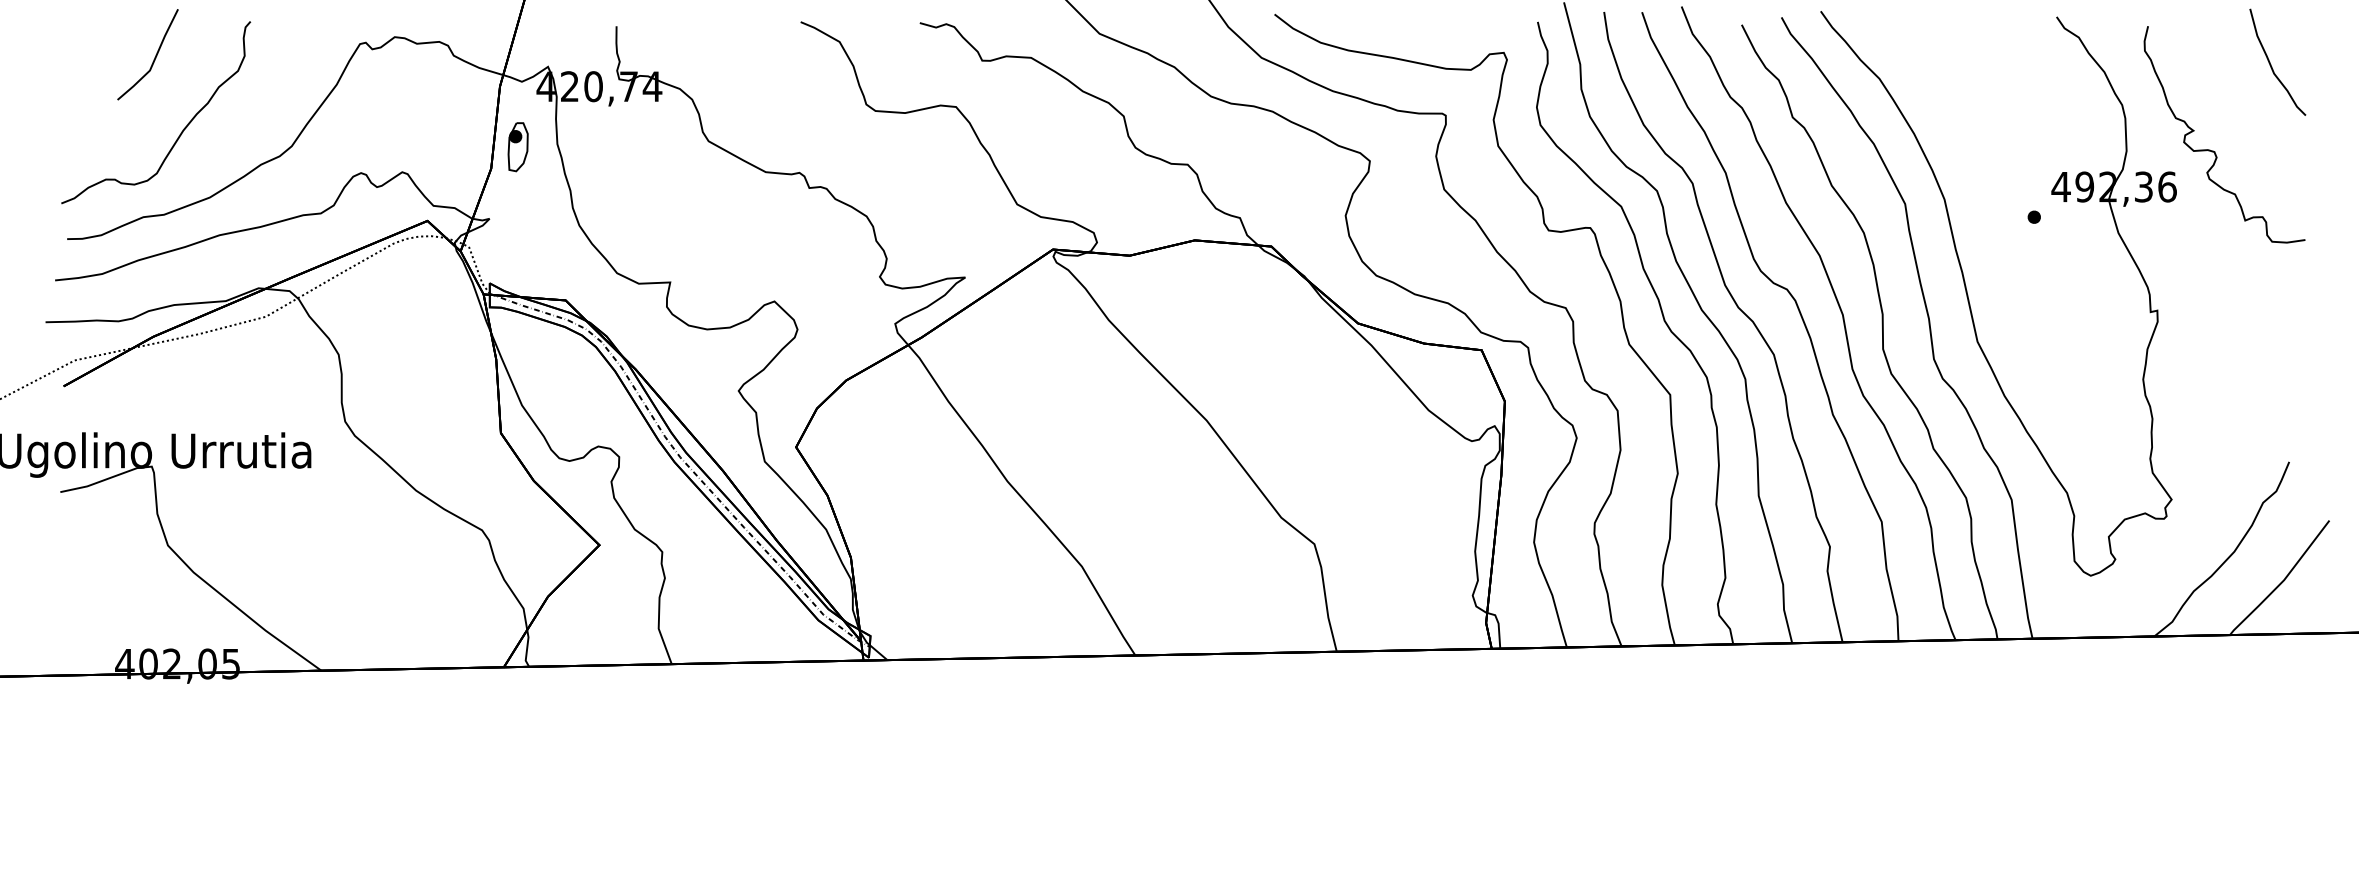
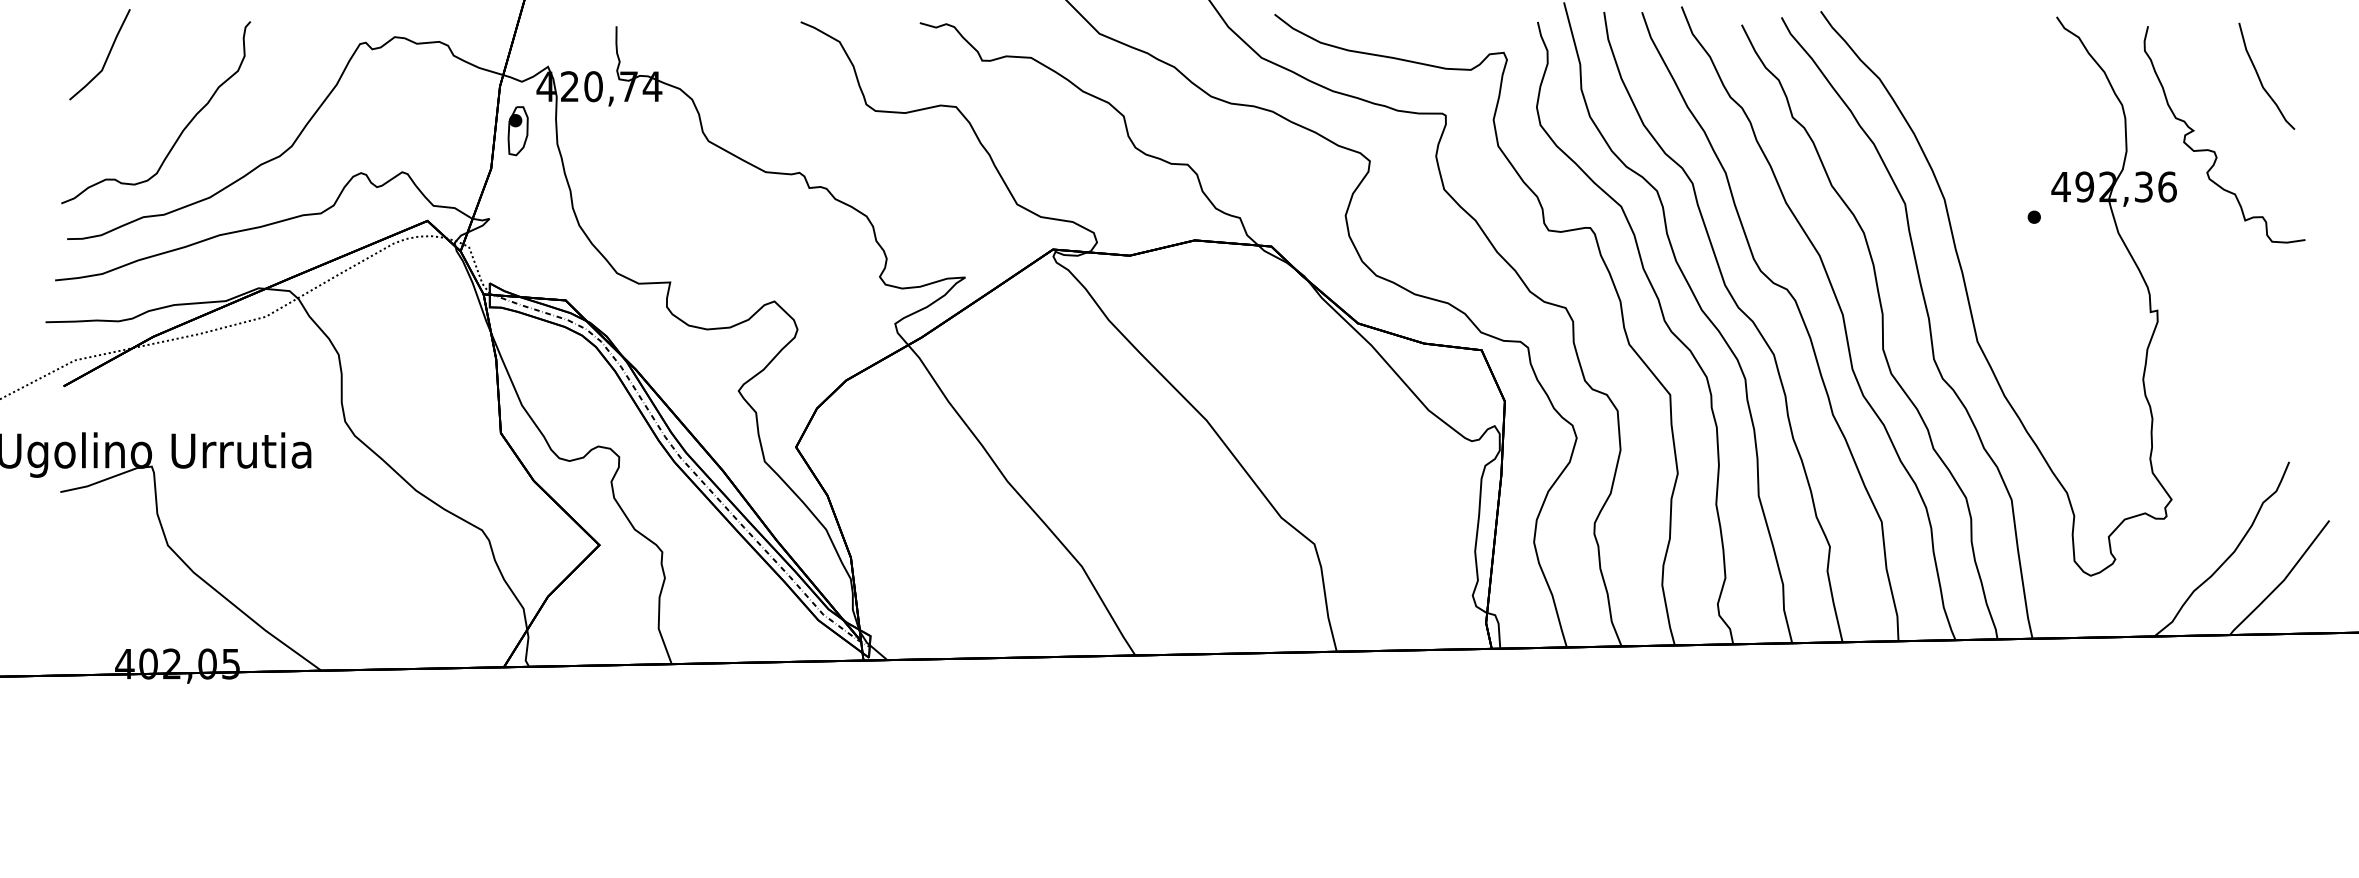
line at (154, 57) position: (154, 57) -> (106, 57)
curve at (2271, 64) position: (2271, 64) -> (2260, 78)
part at (517, 147) position: (517, 147) -> (517, 131)
